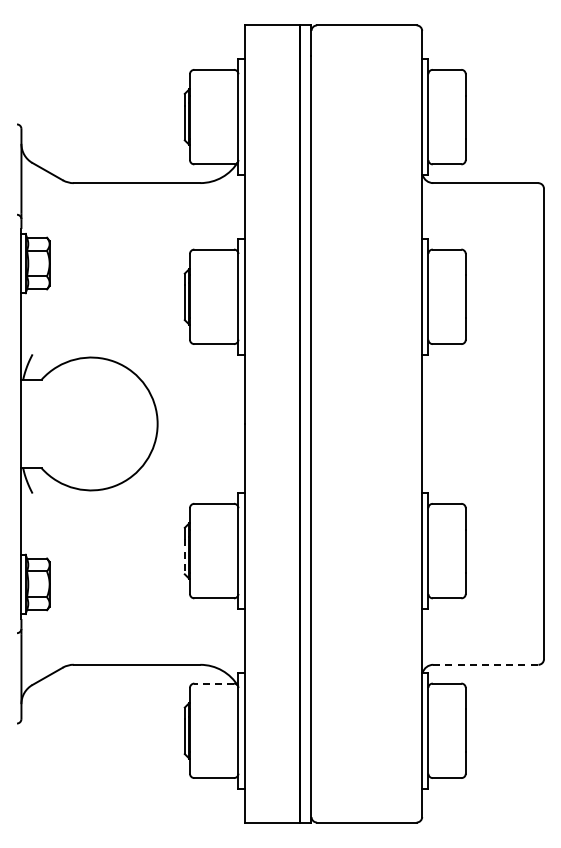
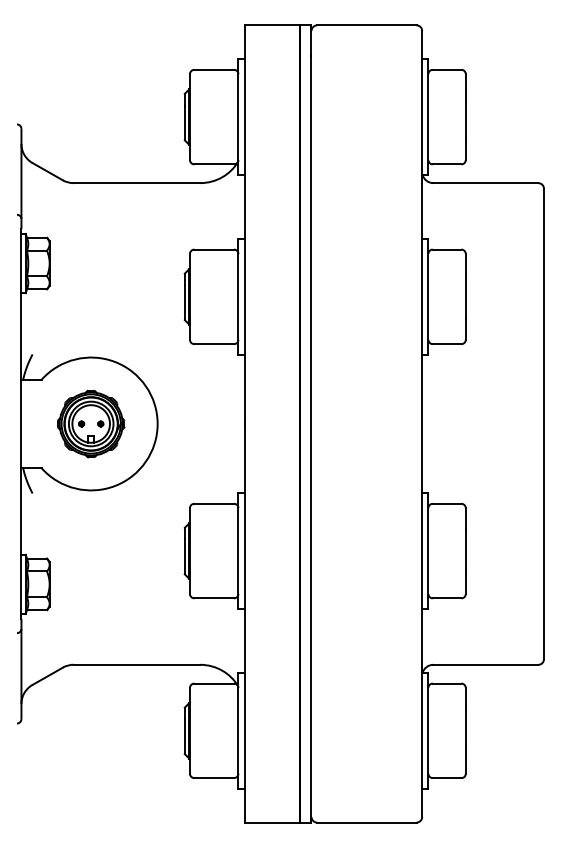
part at (91, 423): none -> present
line at (184, 557): dashed -> solid
line at (485, 664): dashed -> solid
line at (214, 683): dashed -> solid
